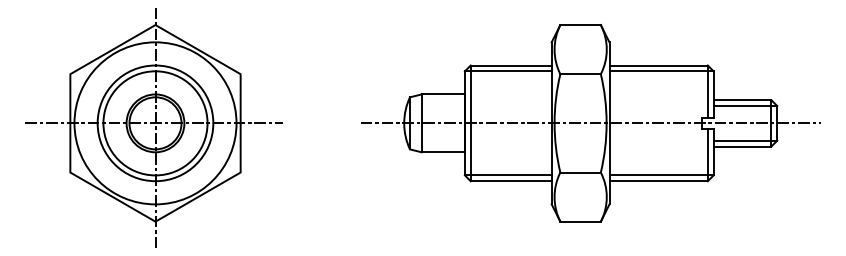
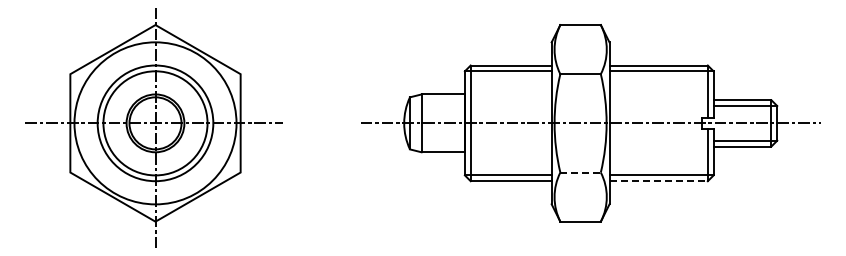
line at (581, 172): solid -> dashed
line at (659, 181): solid -> dashed
